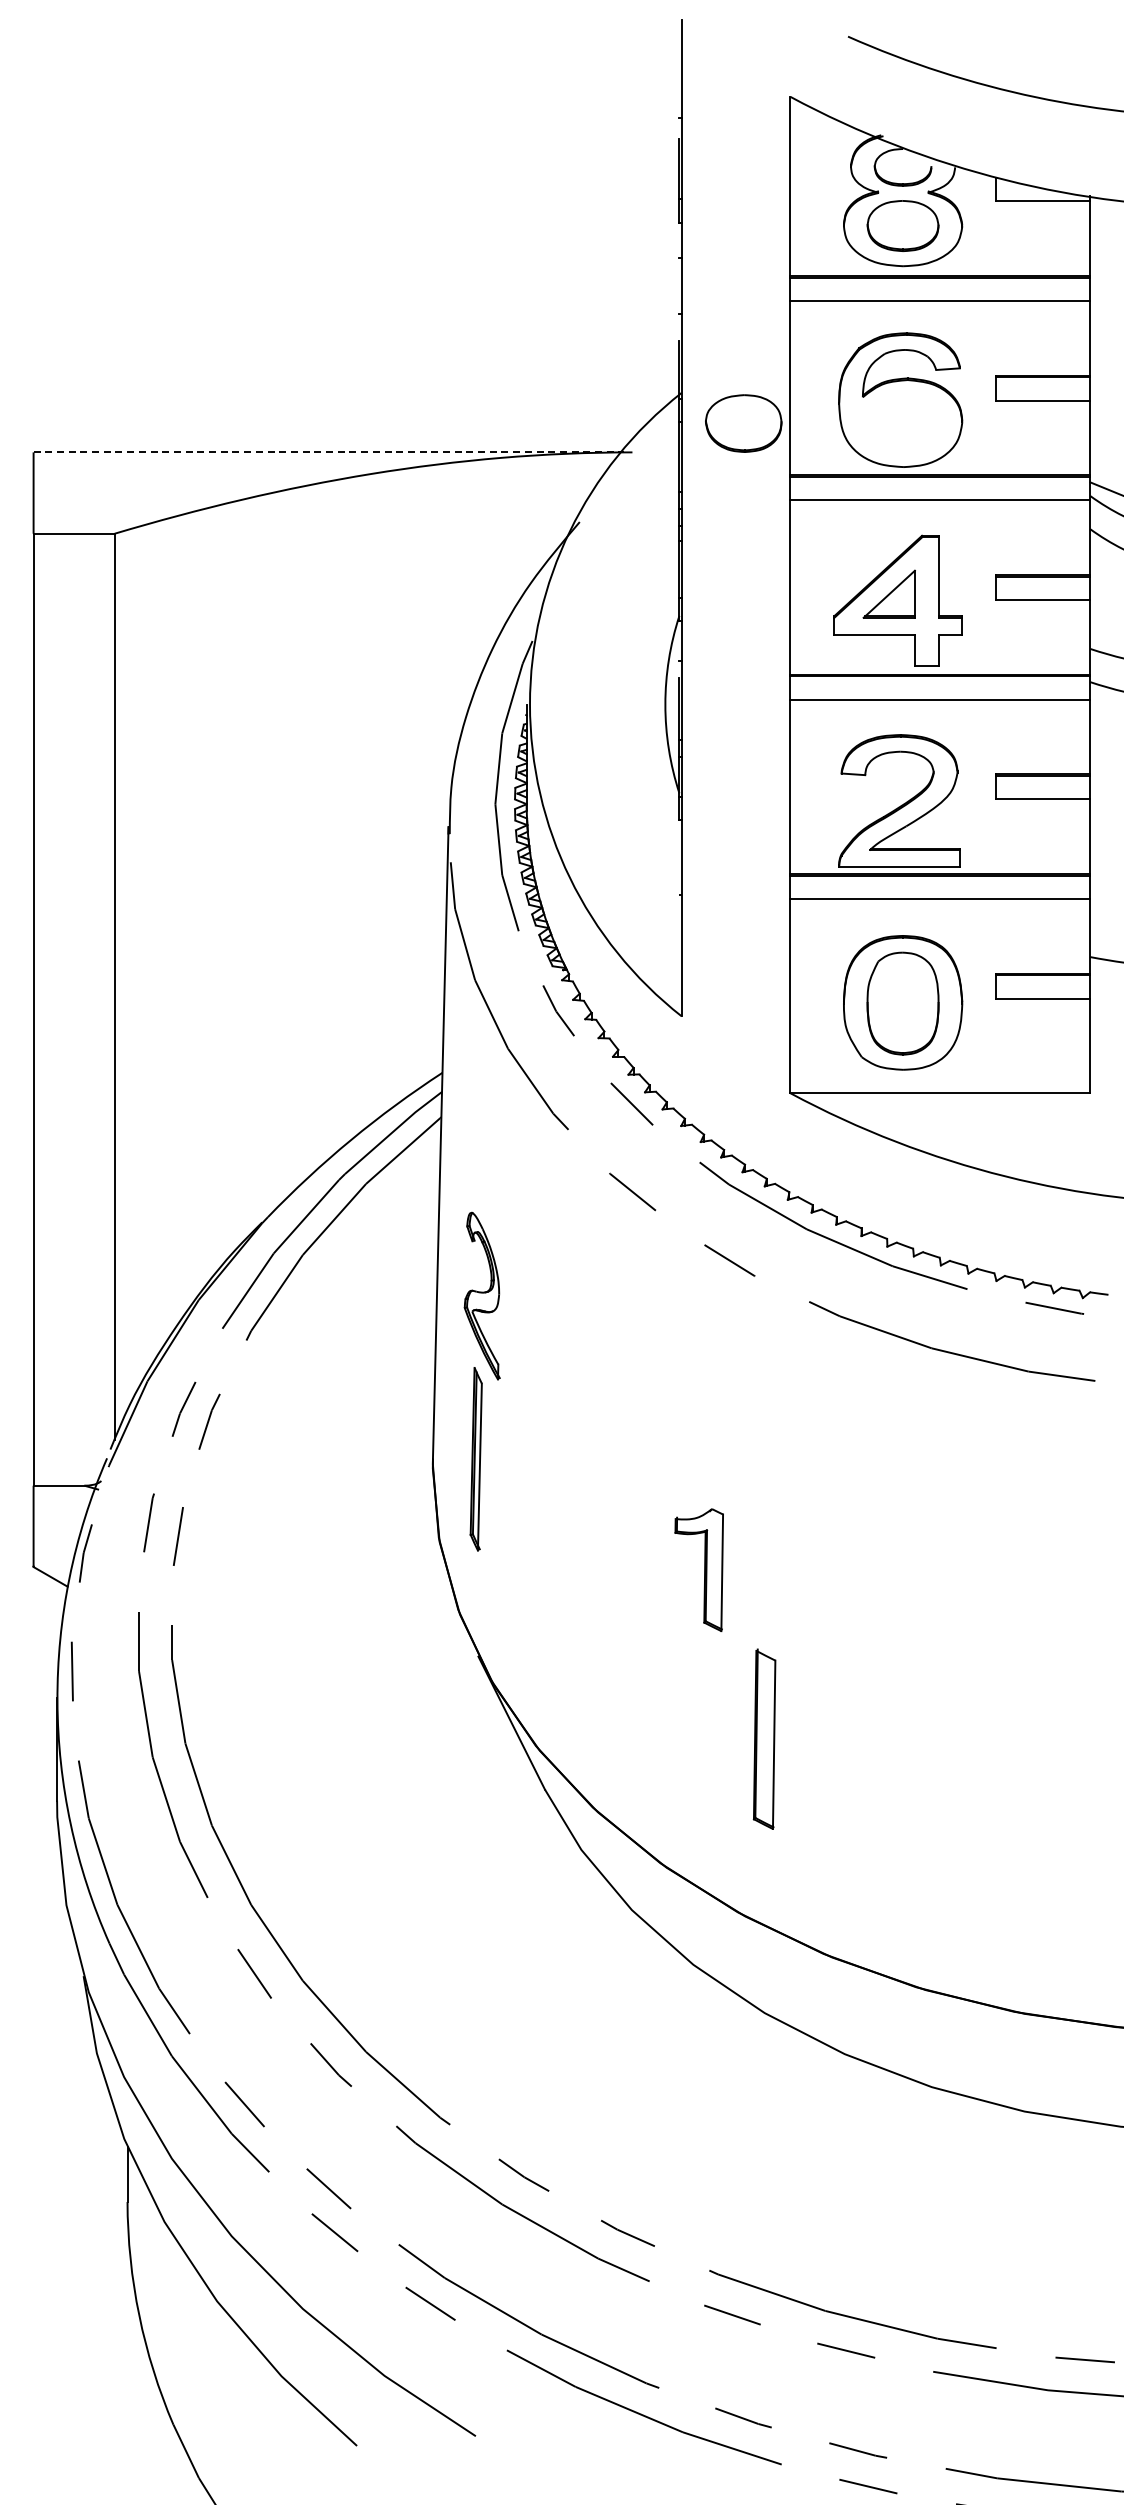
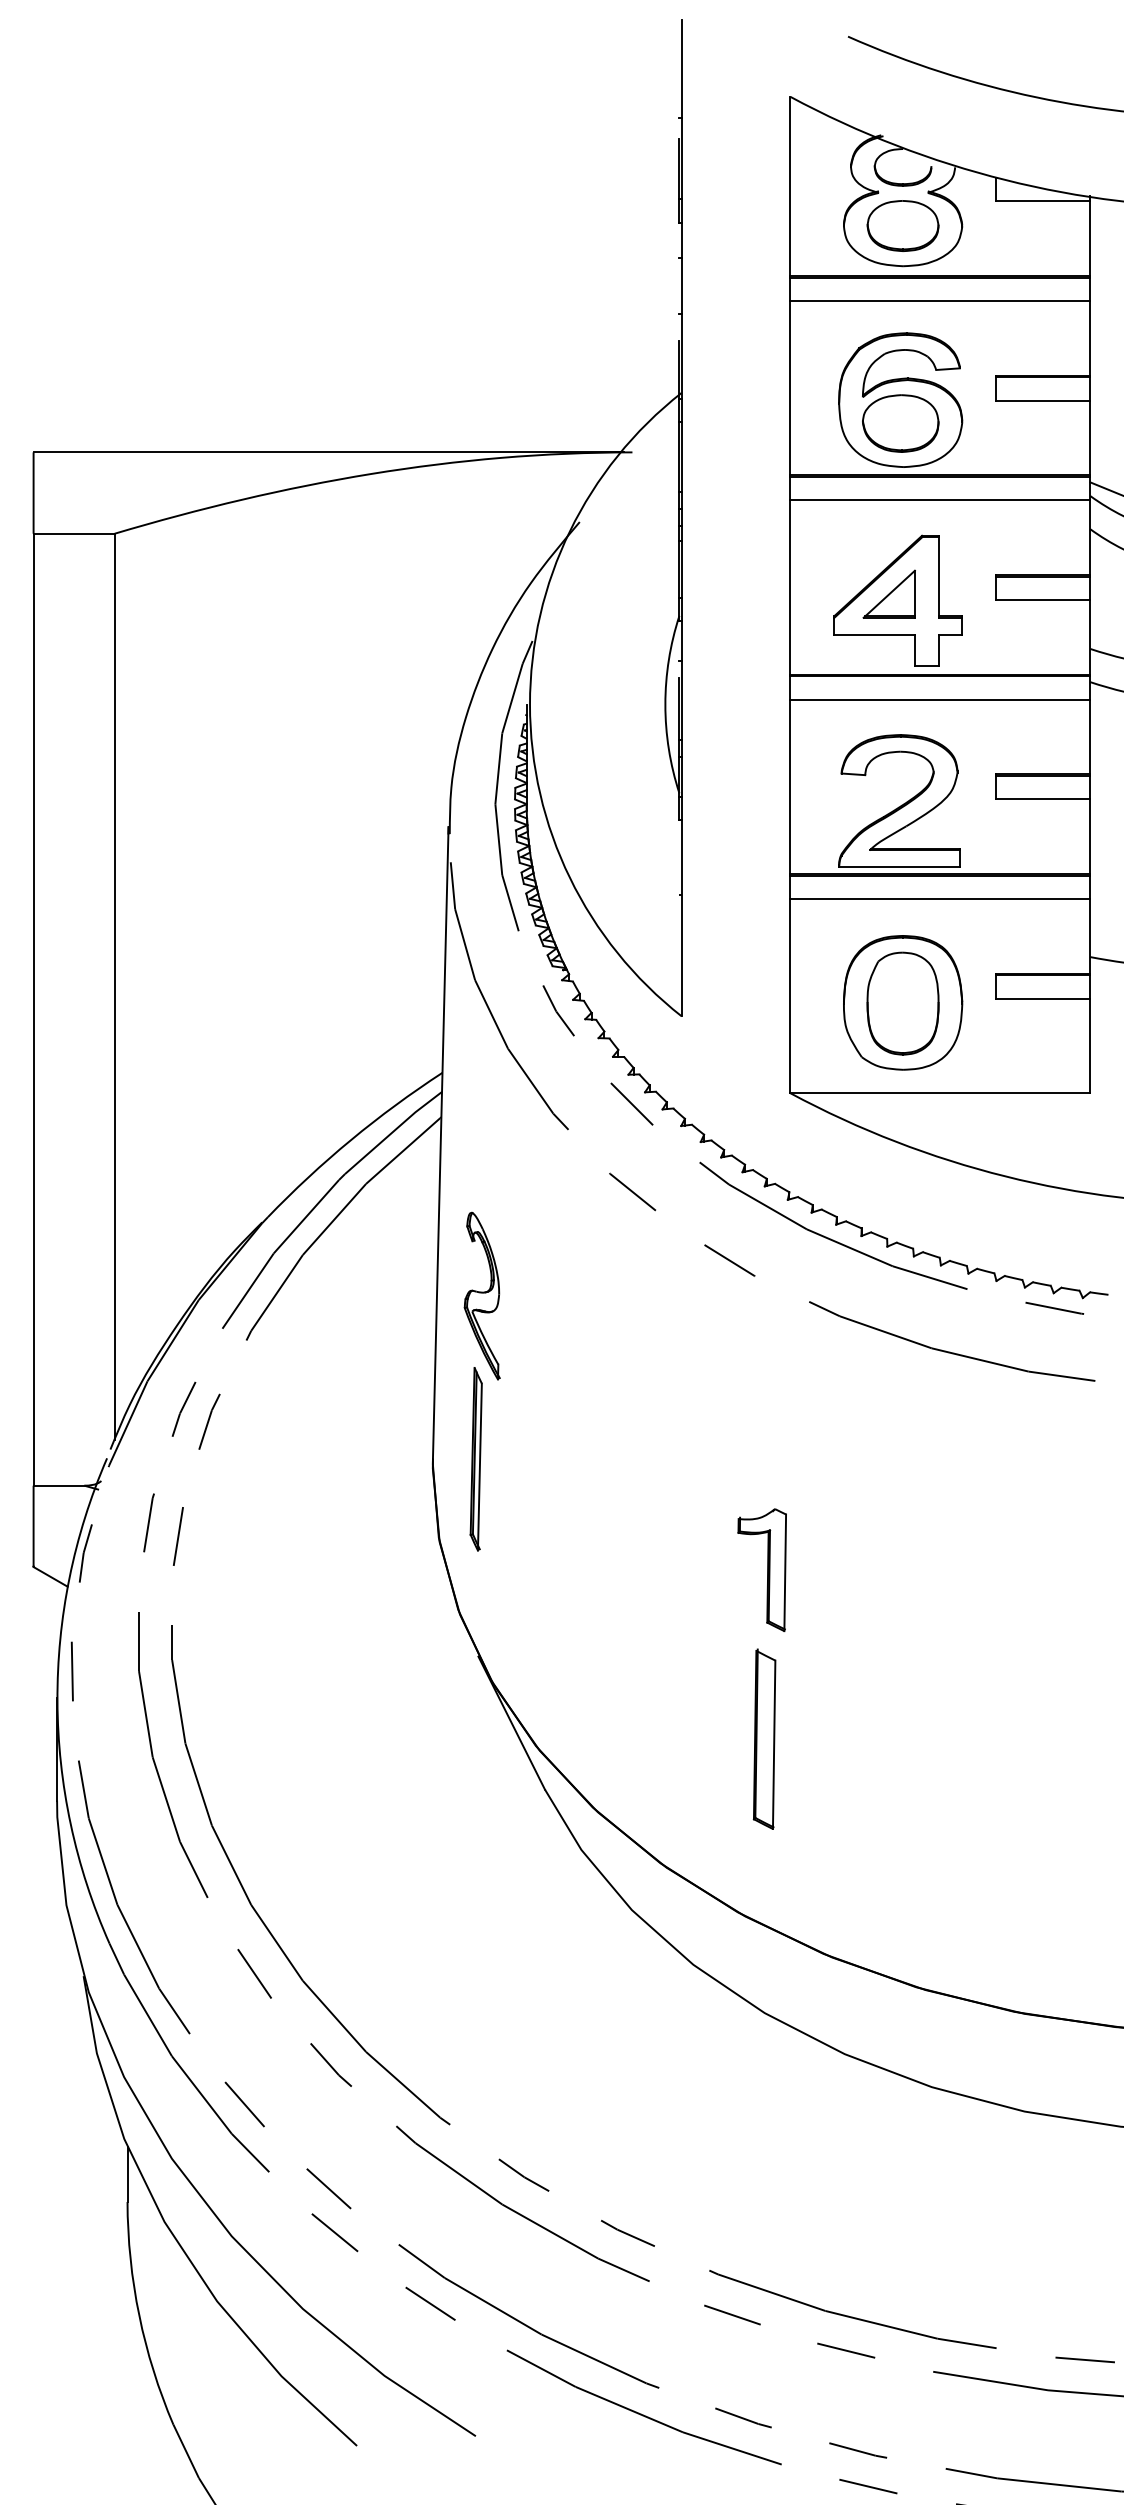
part at (743, 423) position: (743, 423) -> (900, 423)
line at (329, 452): dashed -> solid
part at (698, 1570) position: (698, 1570) -> (761, 1570)
